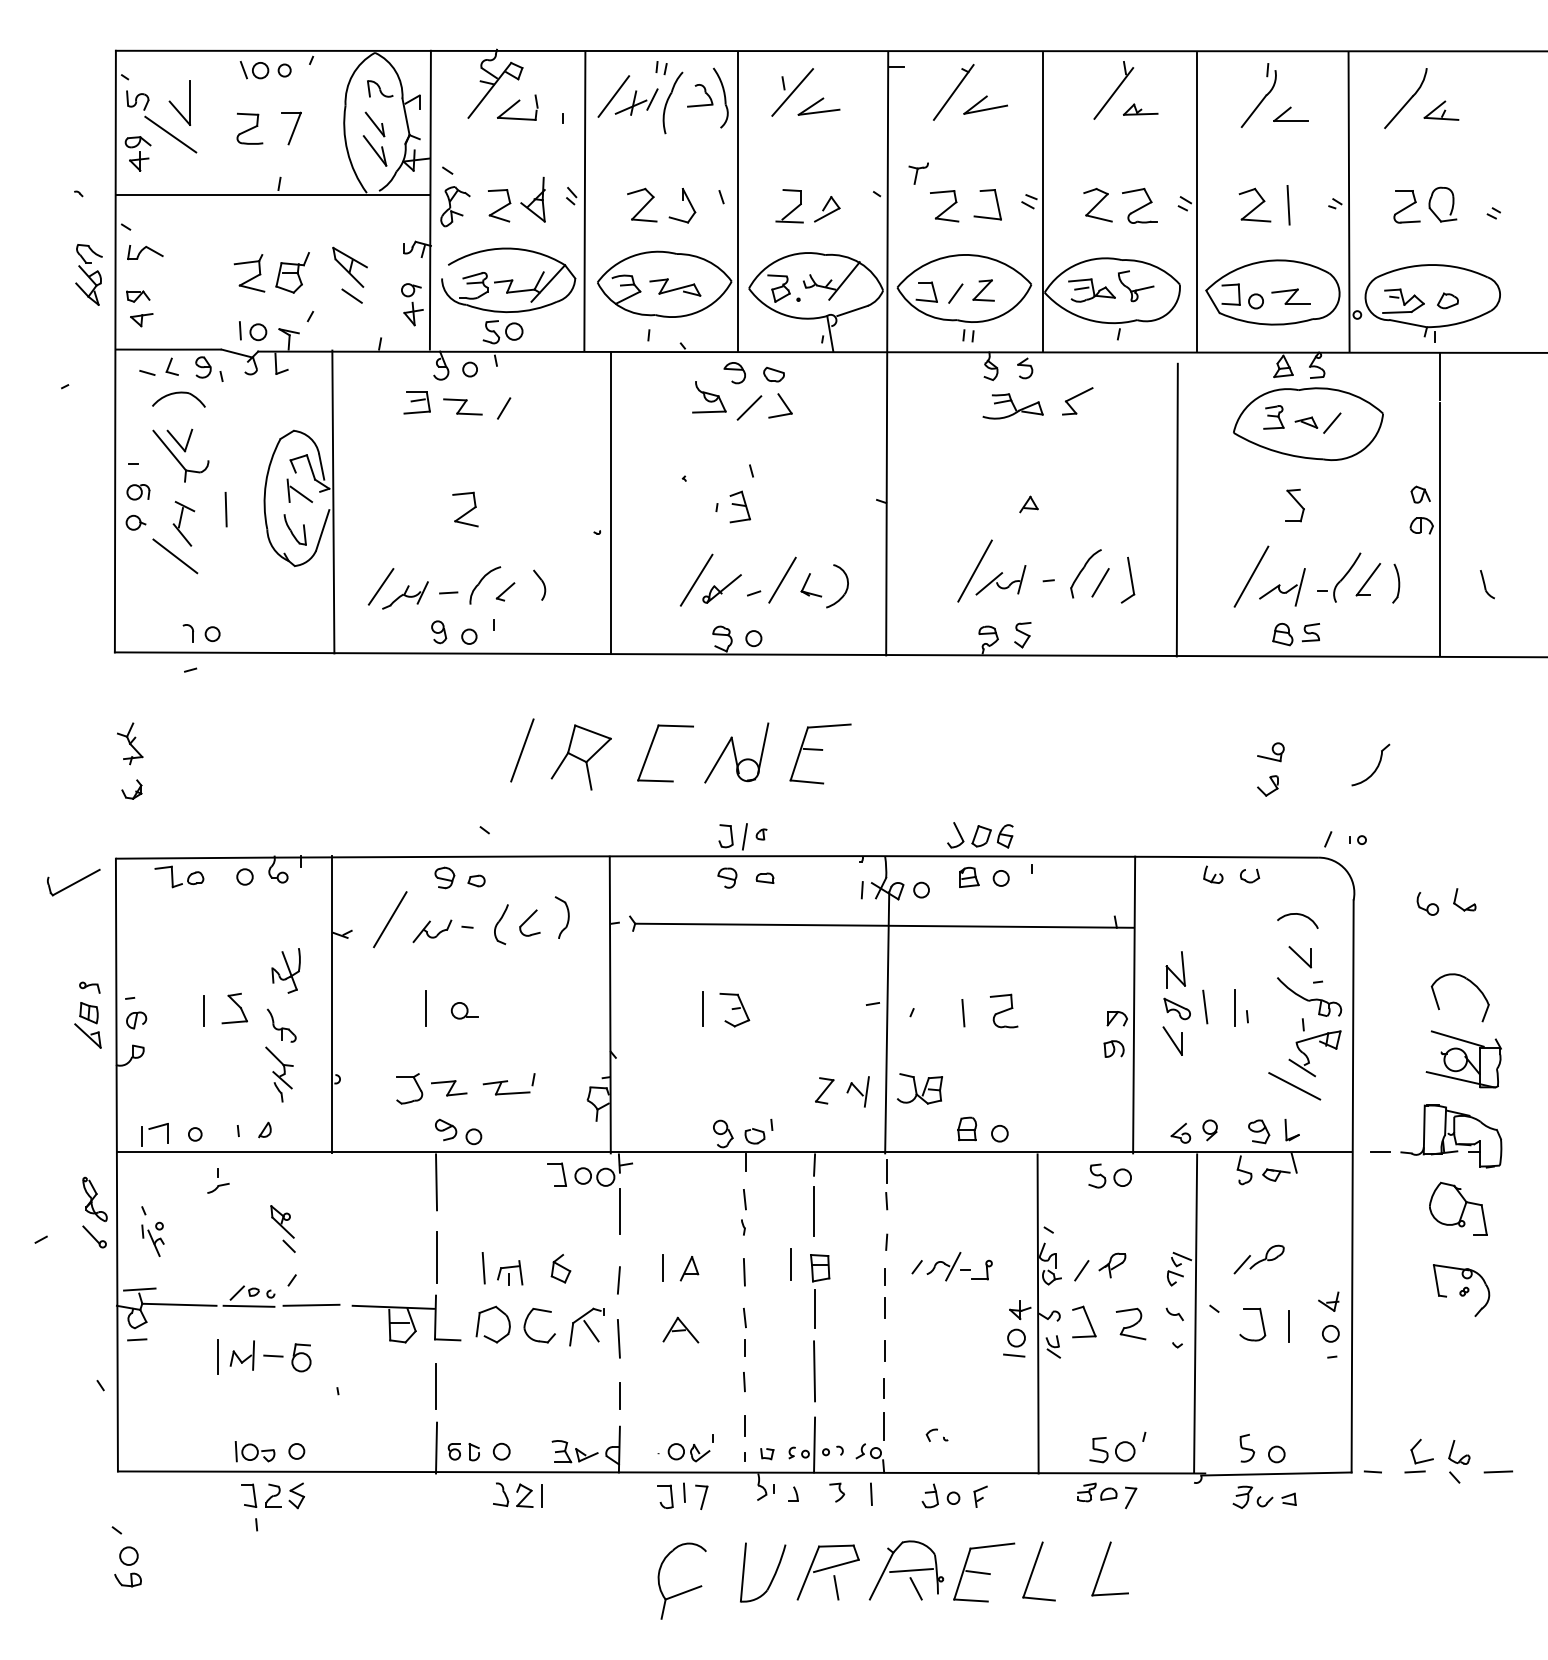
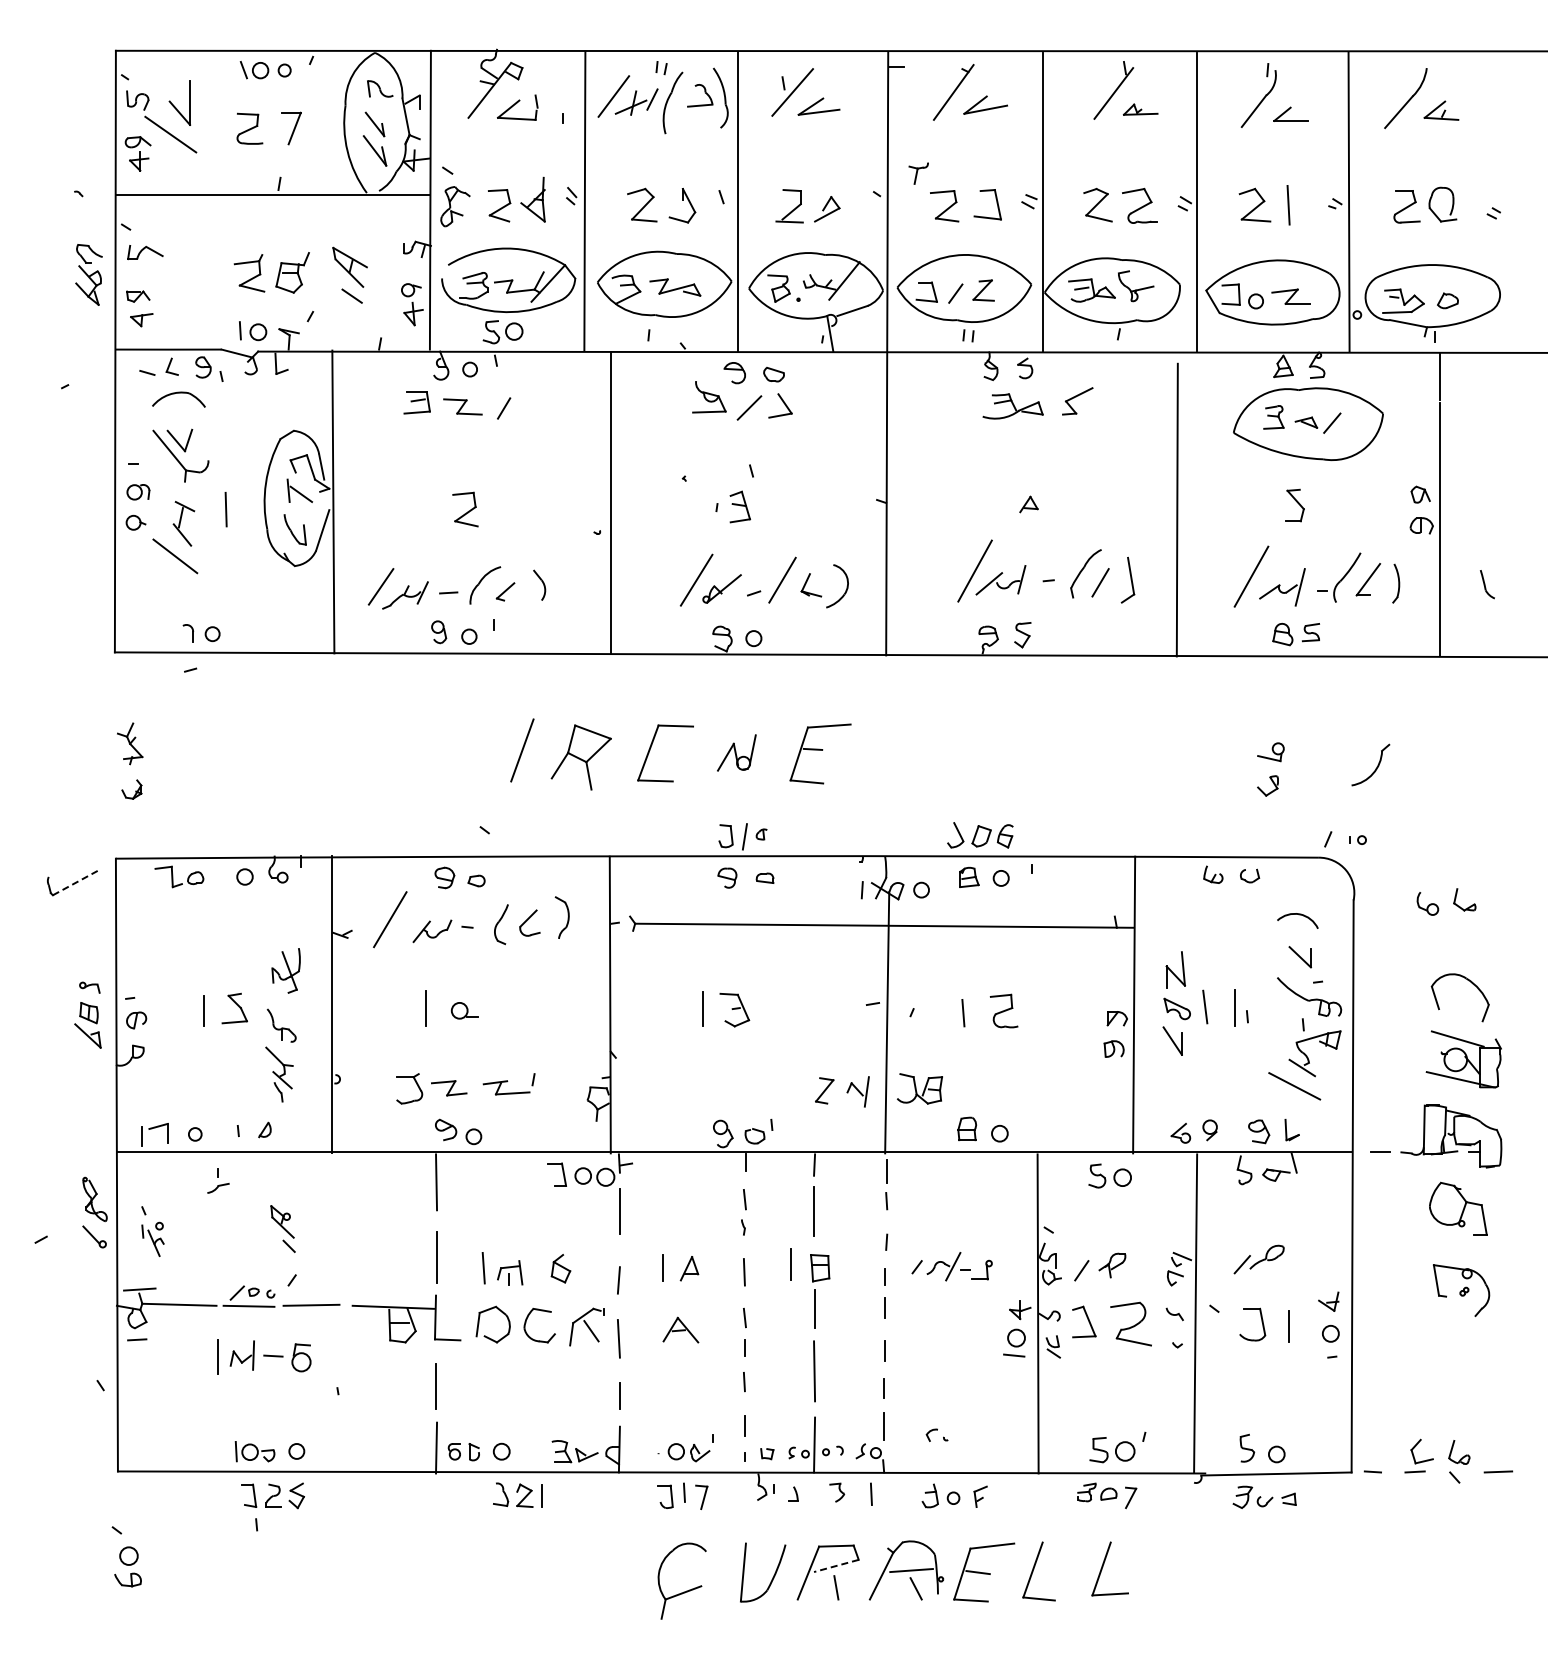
part at (736, 752) size: 66x62 px -> 40x38 px
line at (76, 882): solid -> dashed
part at (1130, 1323) size: 32x34 px -> 42x46 px
line at (835, 1566): solid -> dashed
